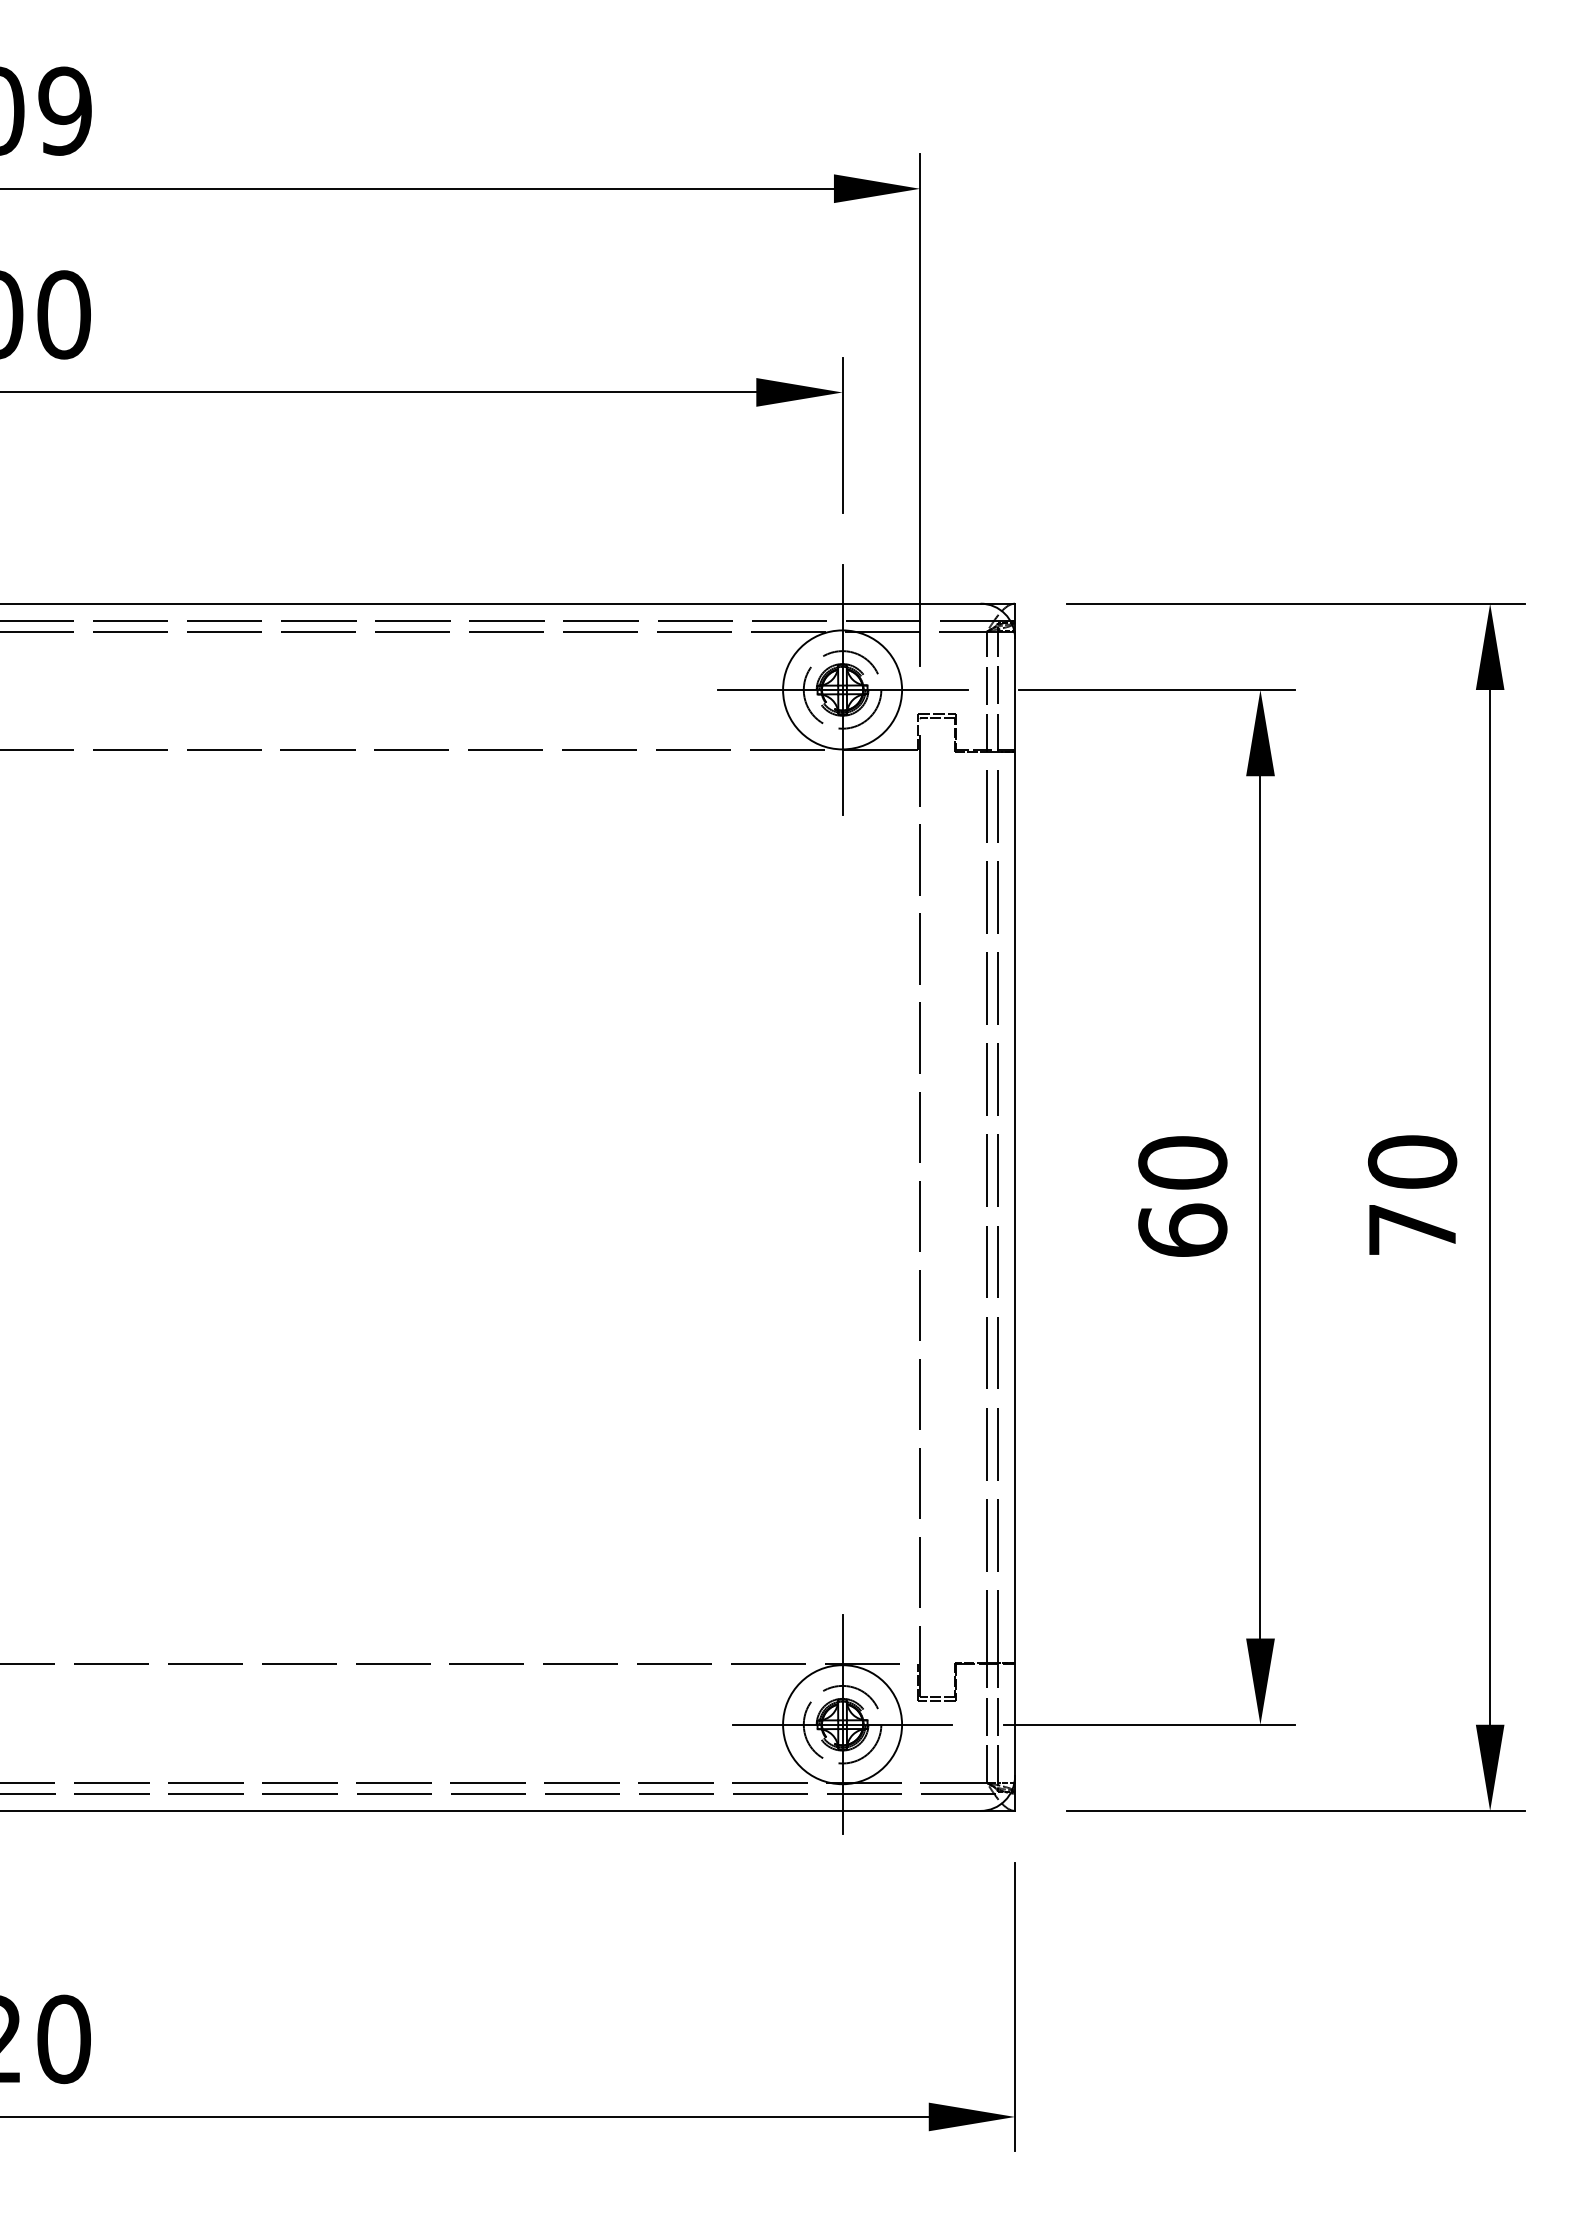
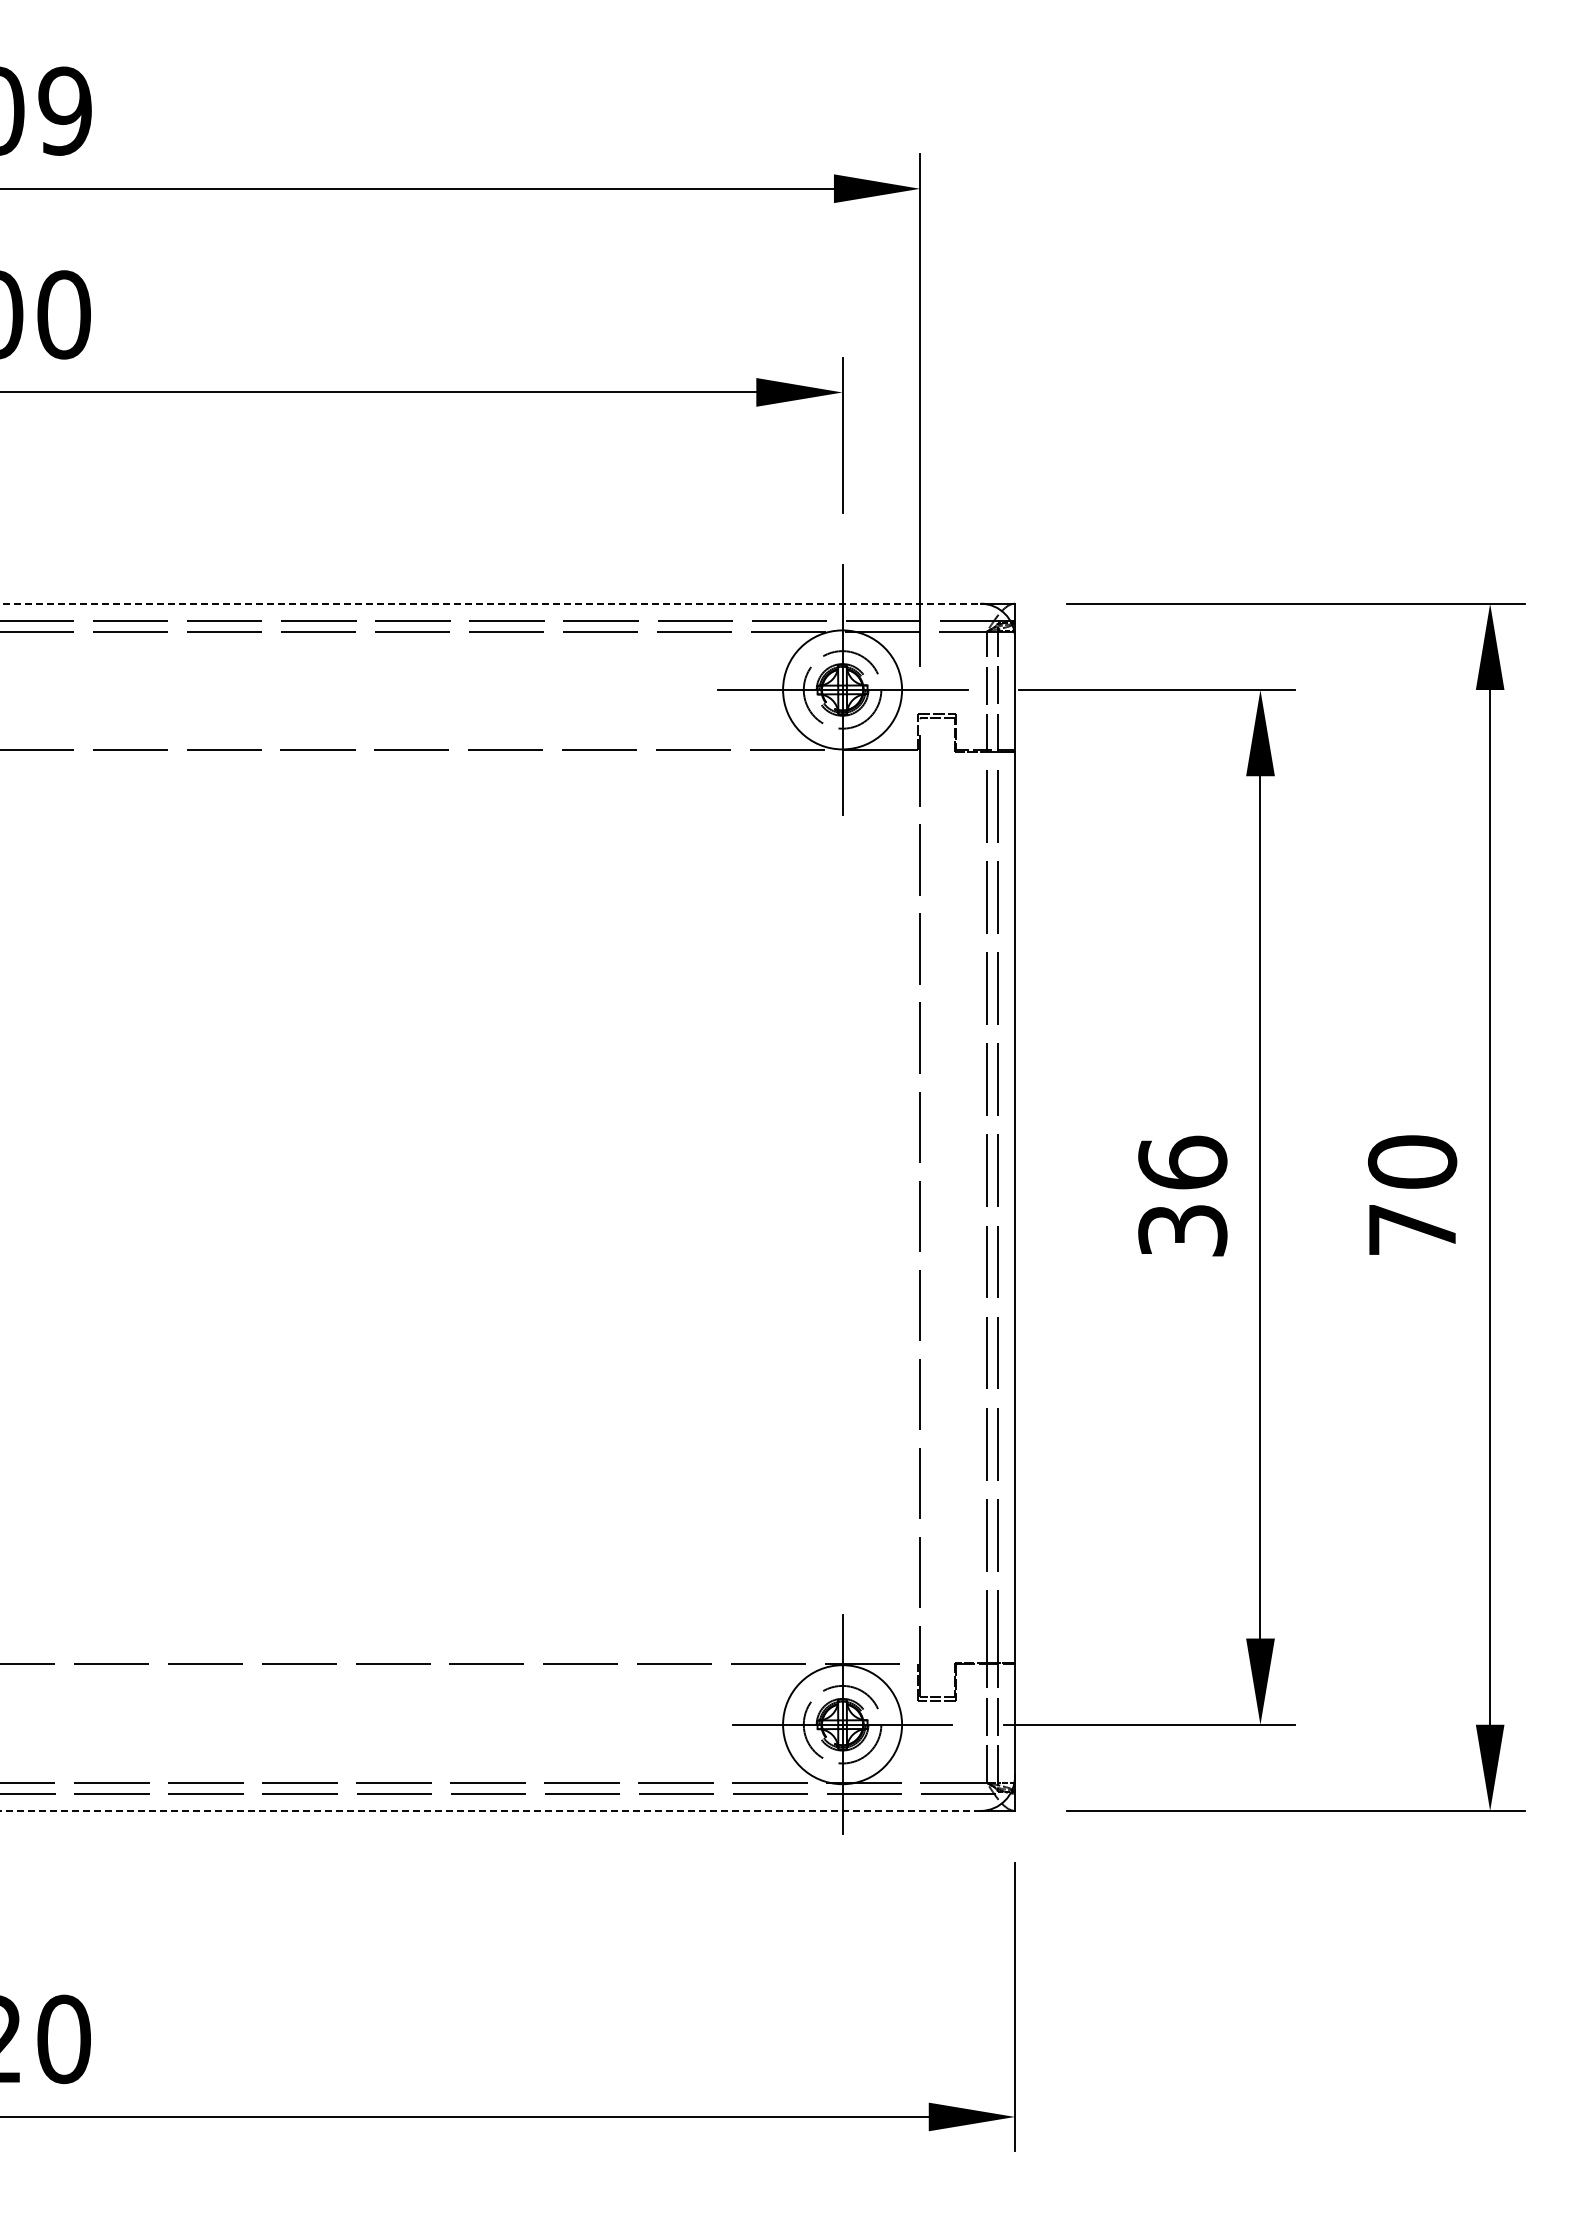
line at (490, 603): solid -> dashed
text at (1182, 1195): 60 -> 36
line at (490, 1810): solid -> dashed
